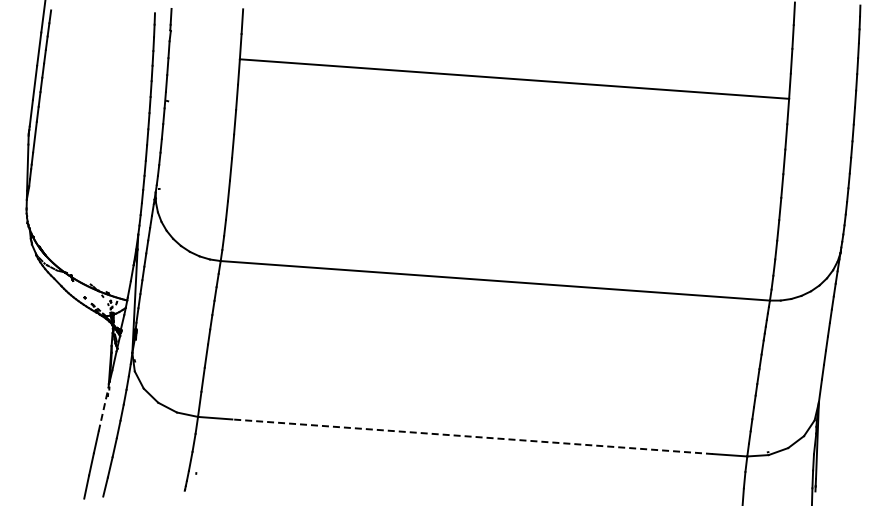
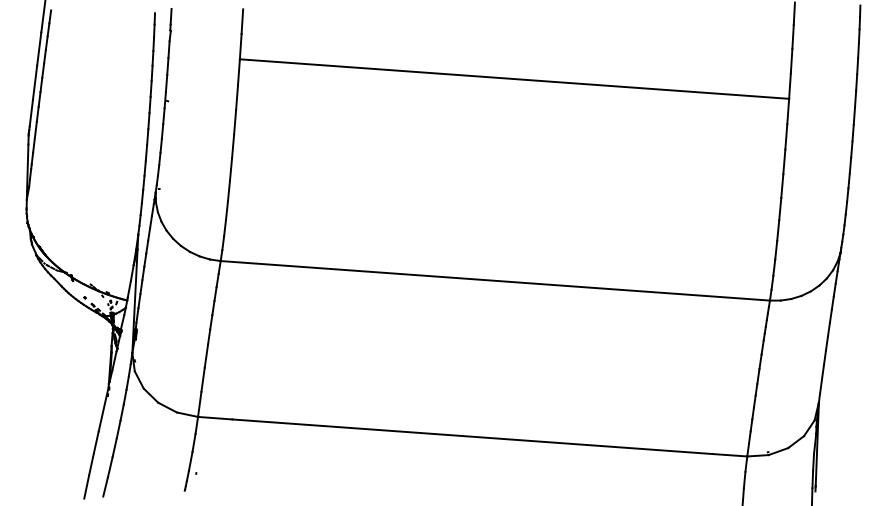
line at (103, 409): dashed -> solid
line at (472, 436): dashed -> solid
